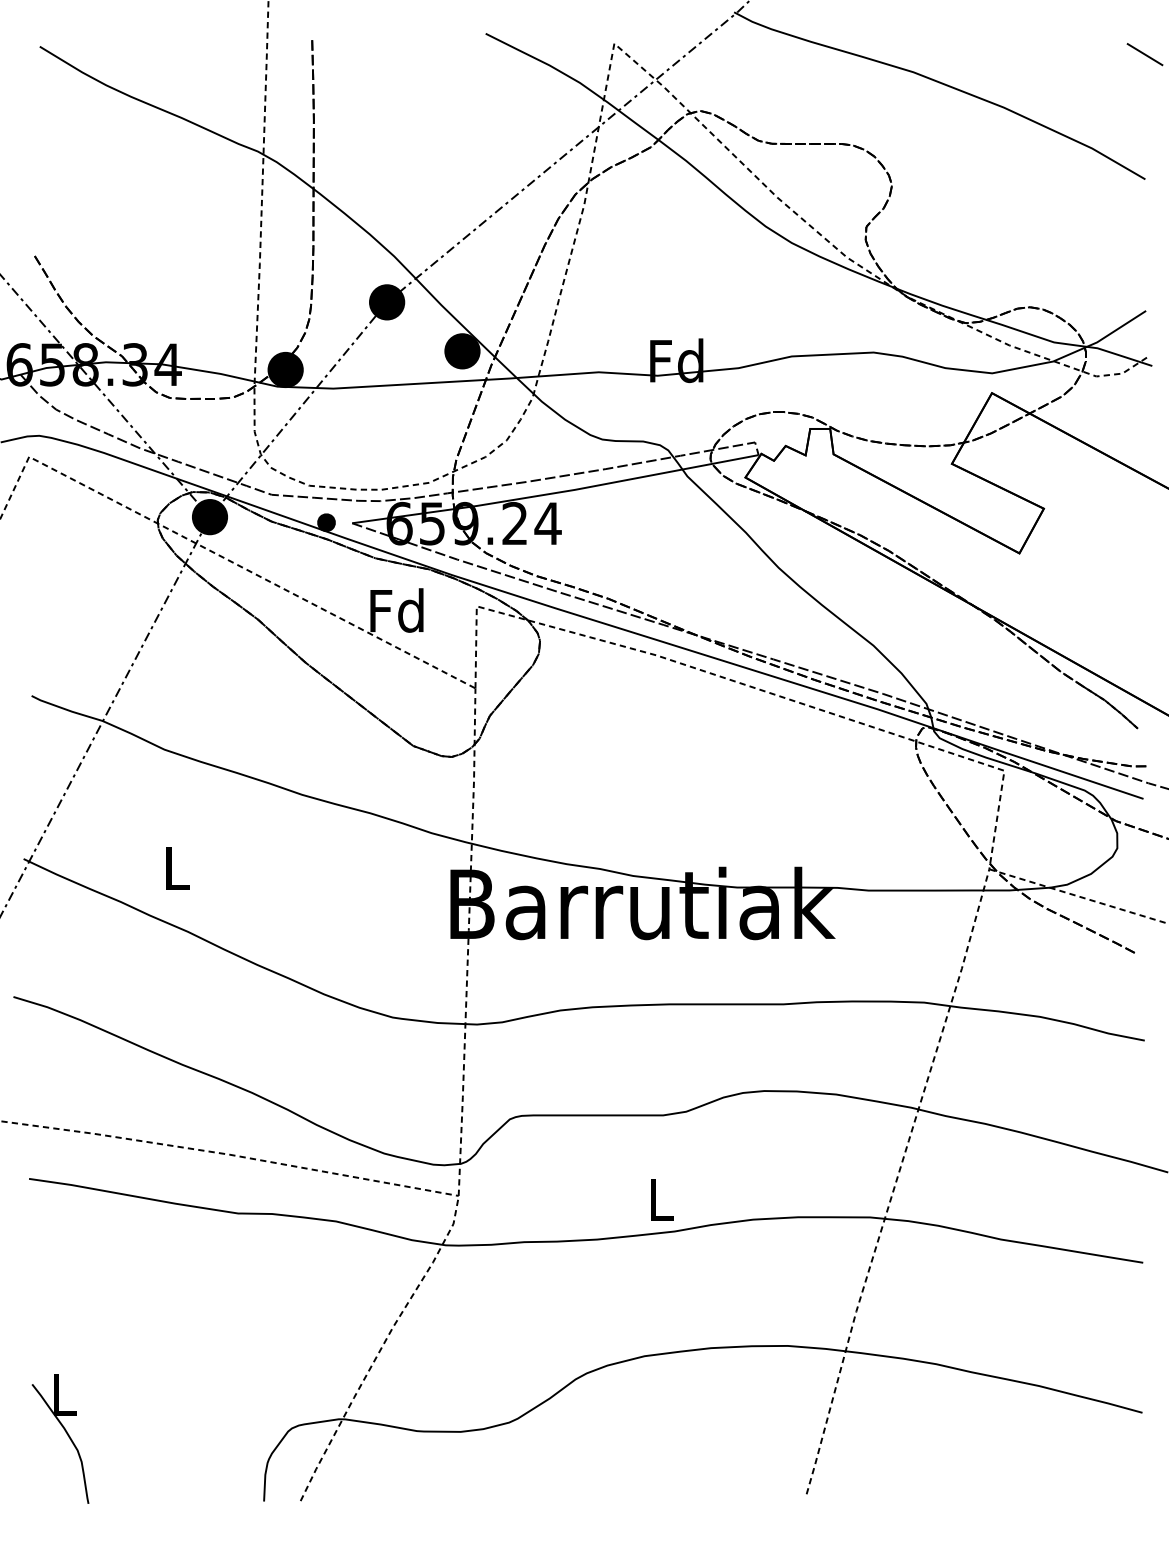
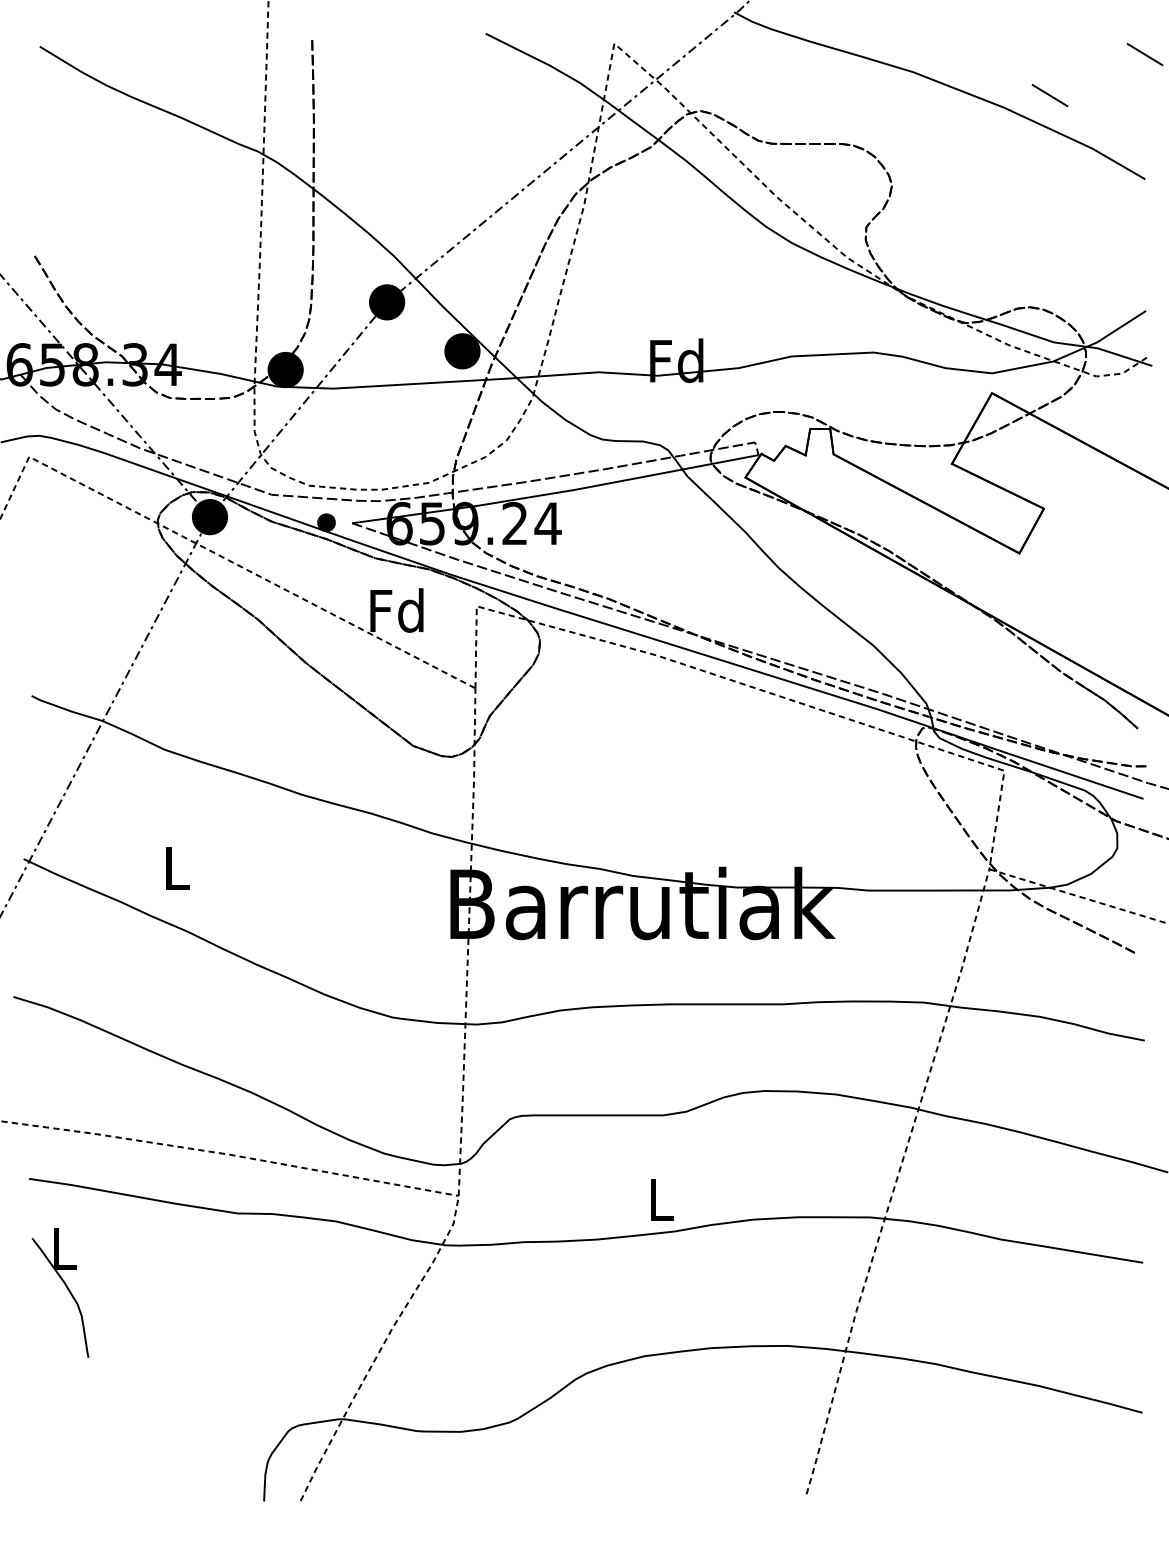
line at (1049, 95): none -> present
part at (66, 1434) position: (66, 1434) -> (66, 1288)
